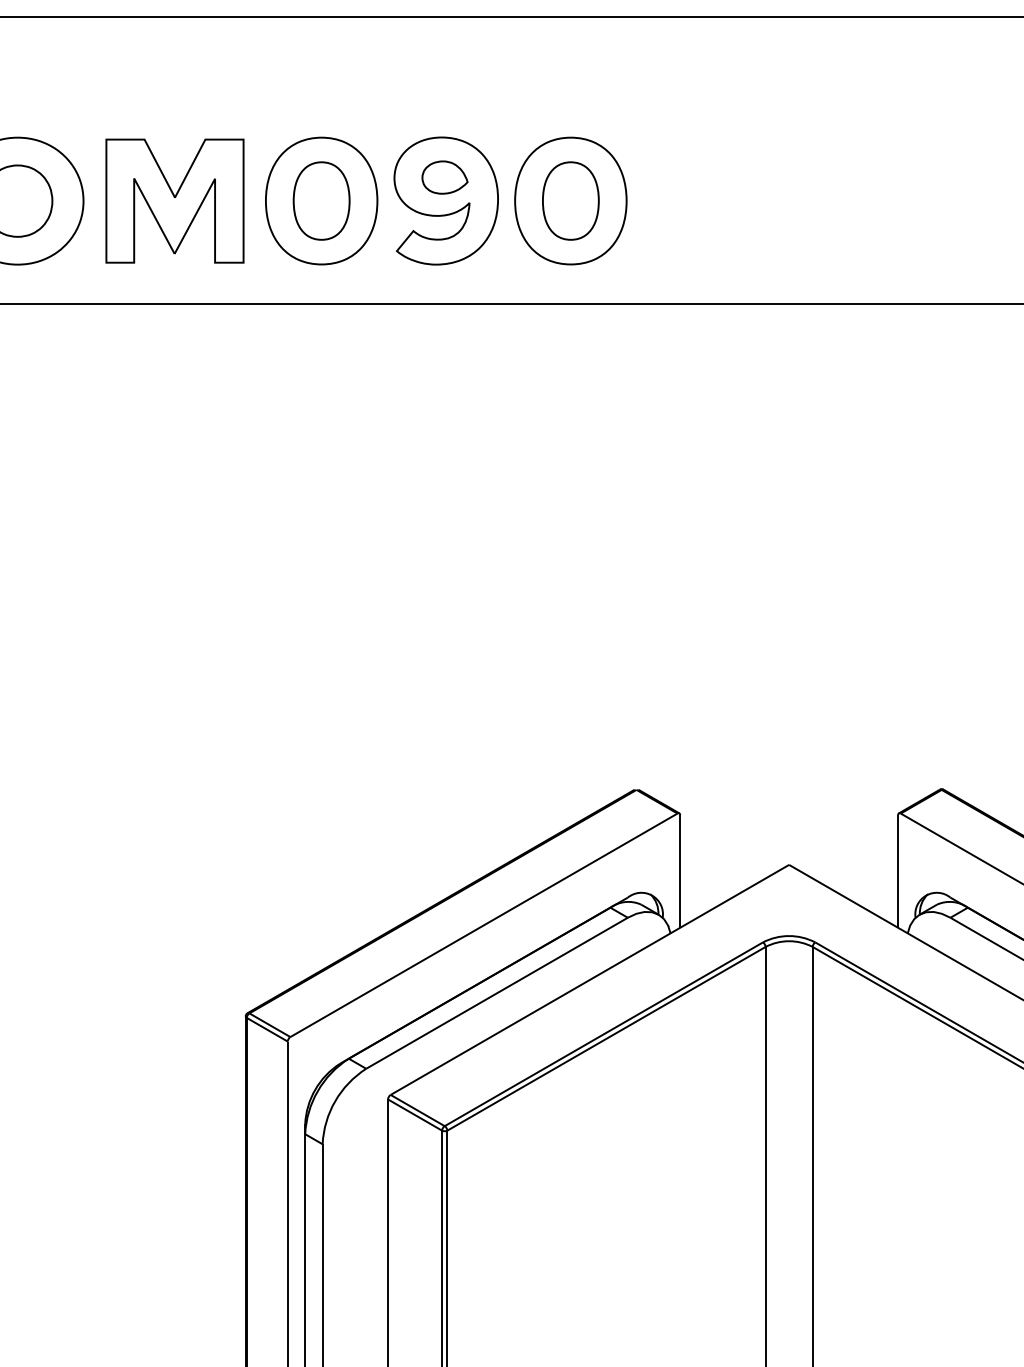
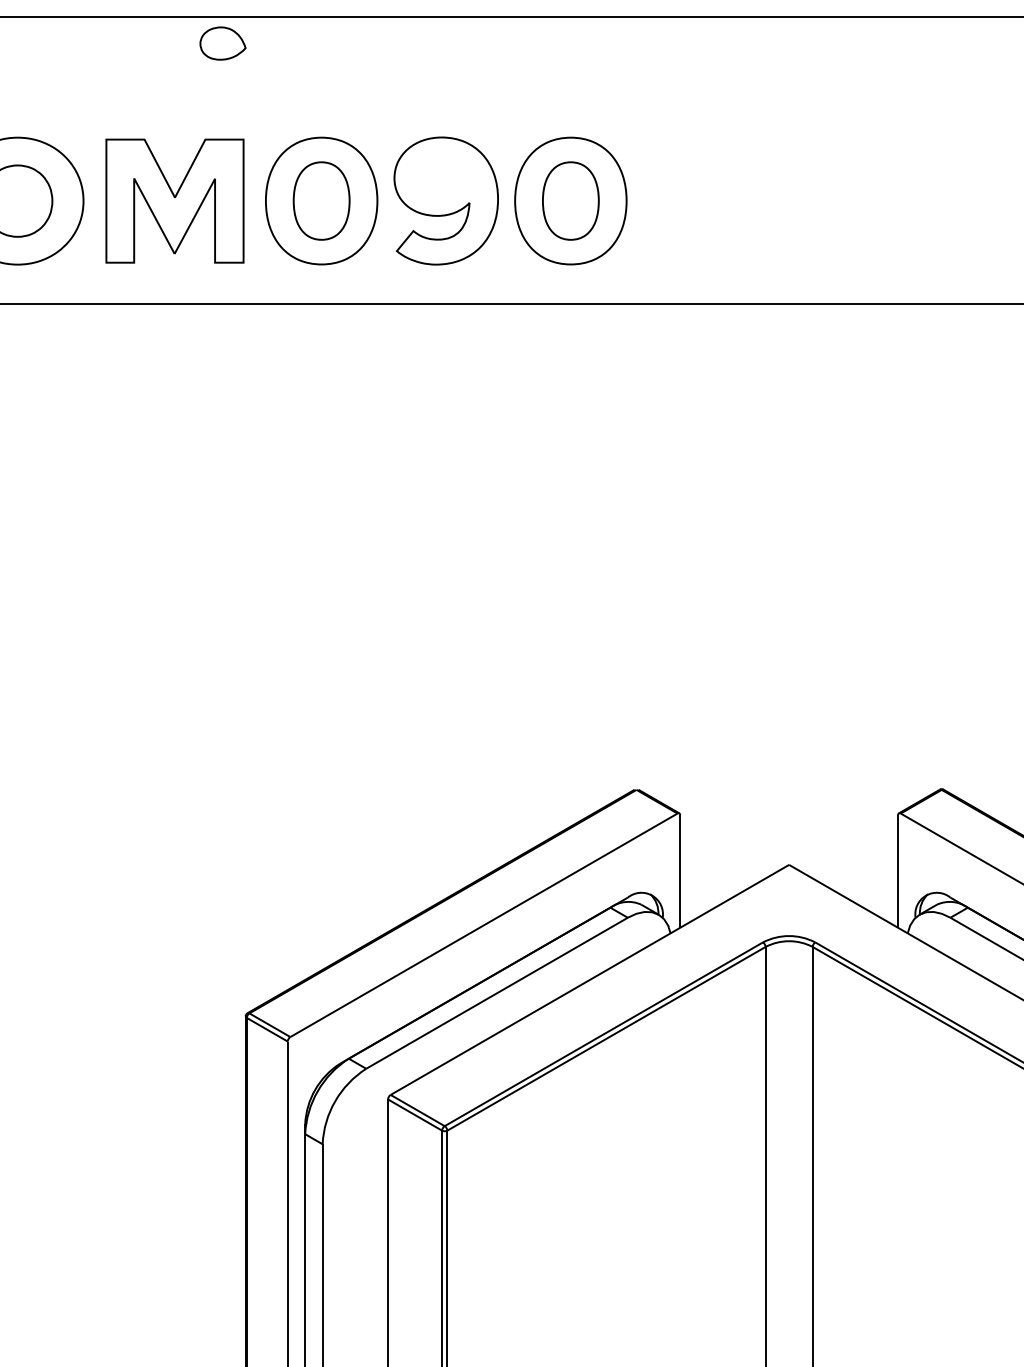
part at (444, 177) position: (444, 177) -> (222, 43)
